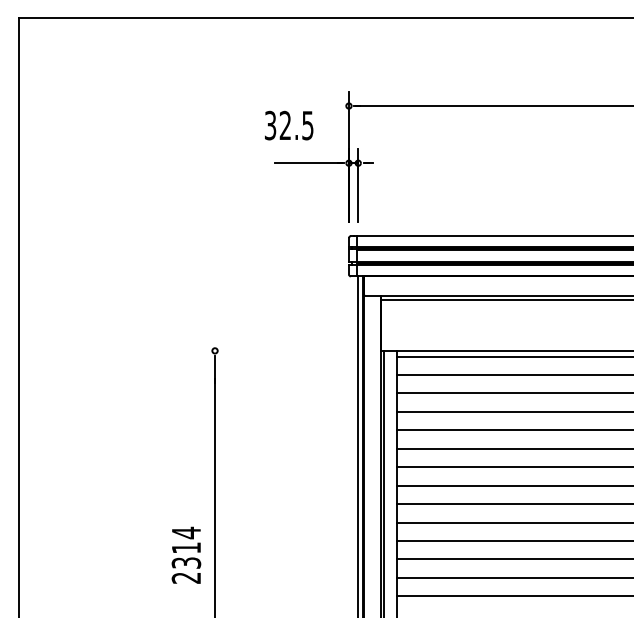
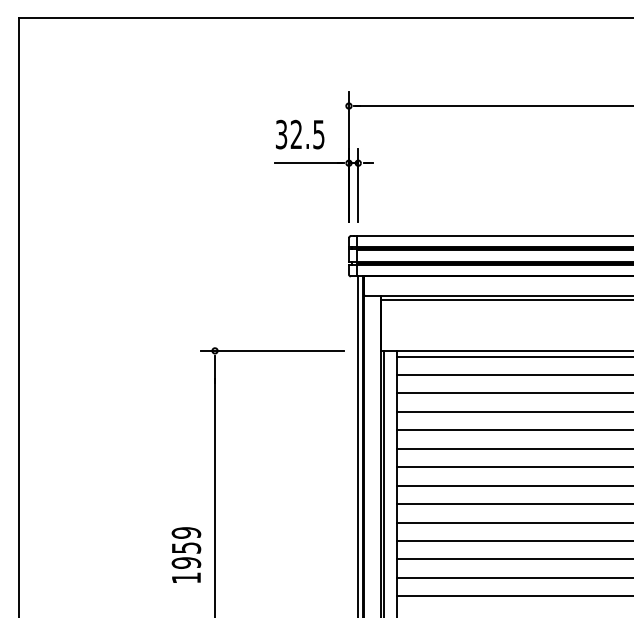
text at (289, 125) position: (289, 125) -> (300, 134)
line at (271, 350): none -> present
text at (186, 554): 2314 -> 1959
